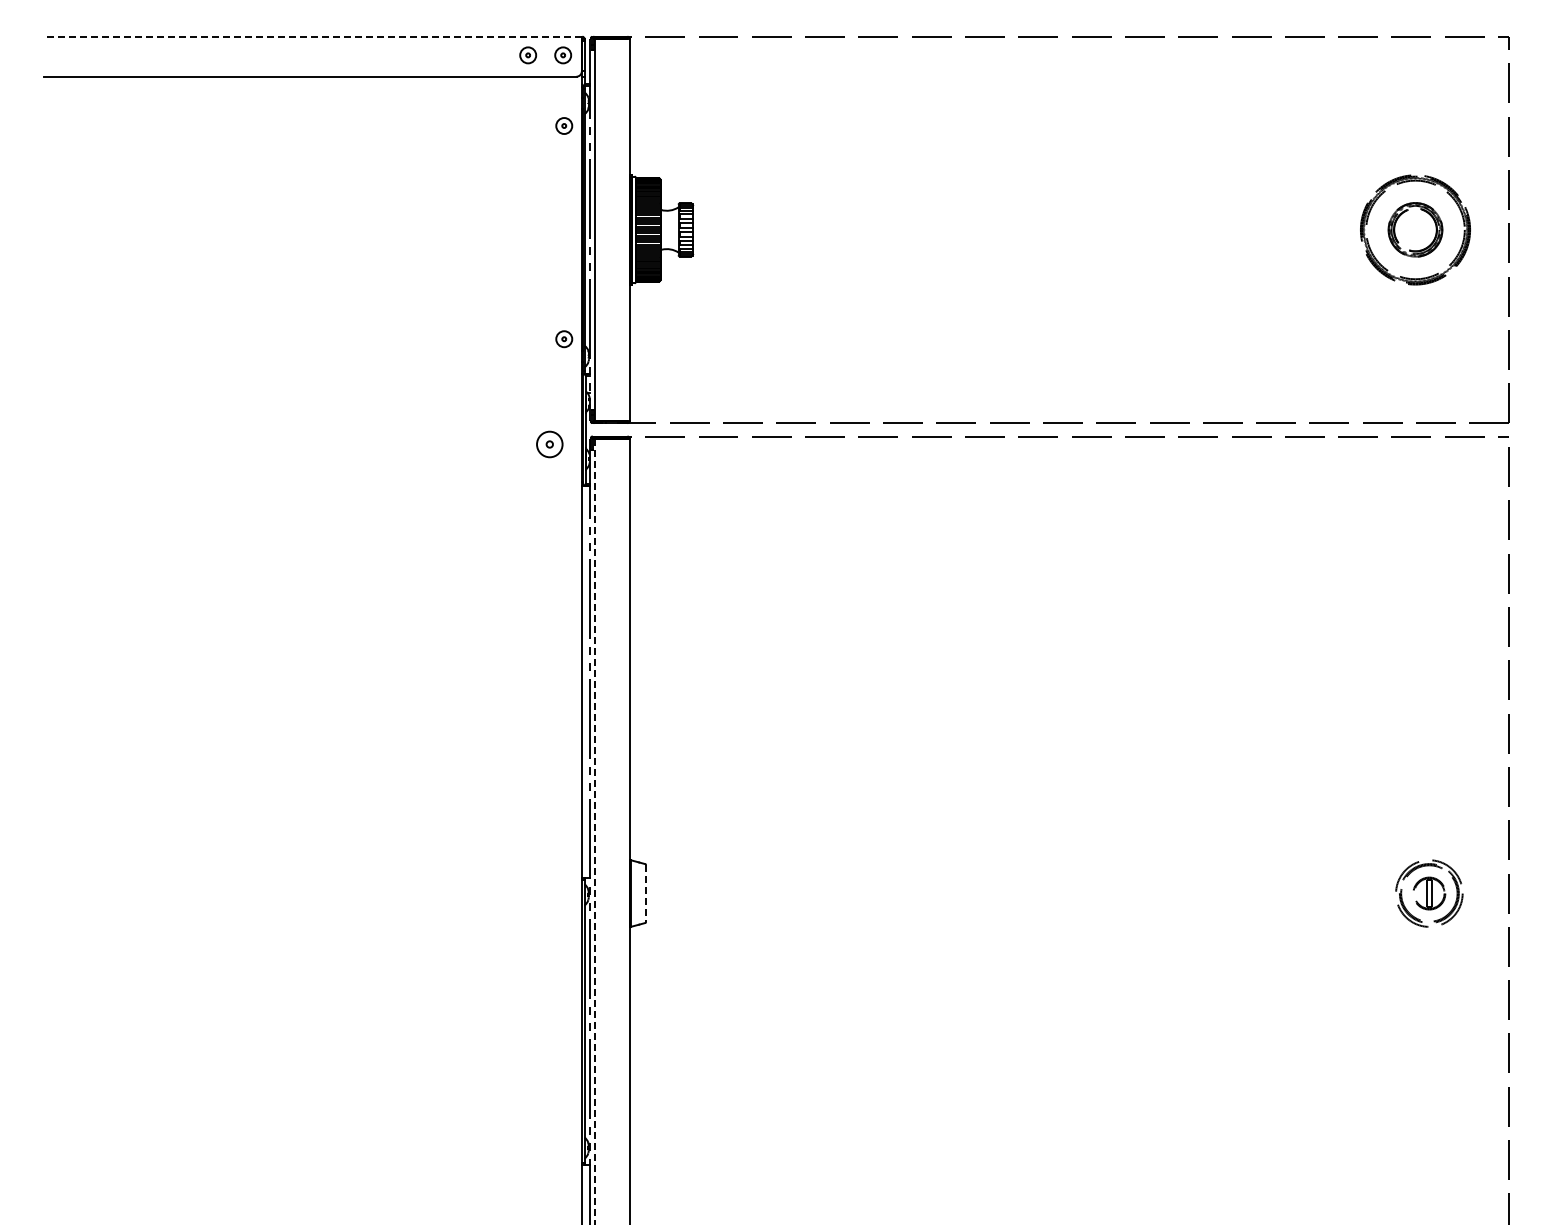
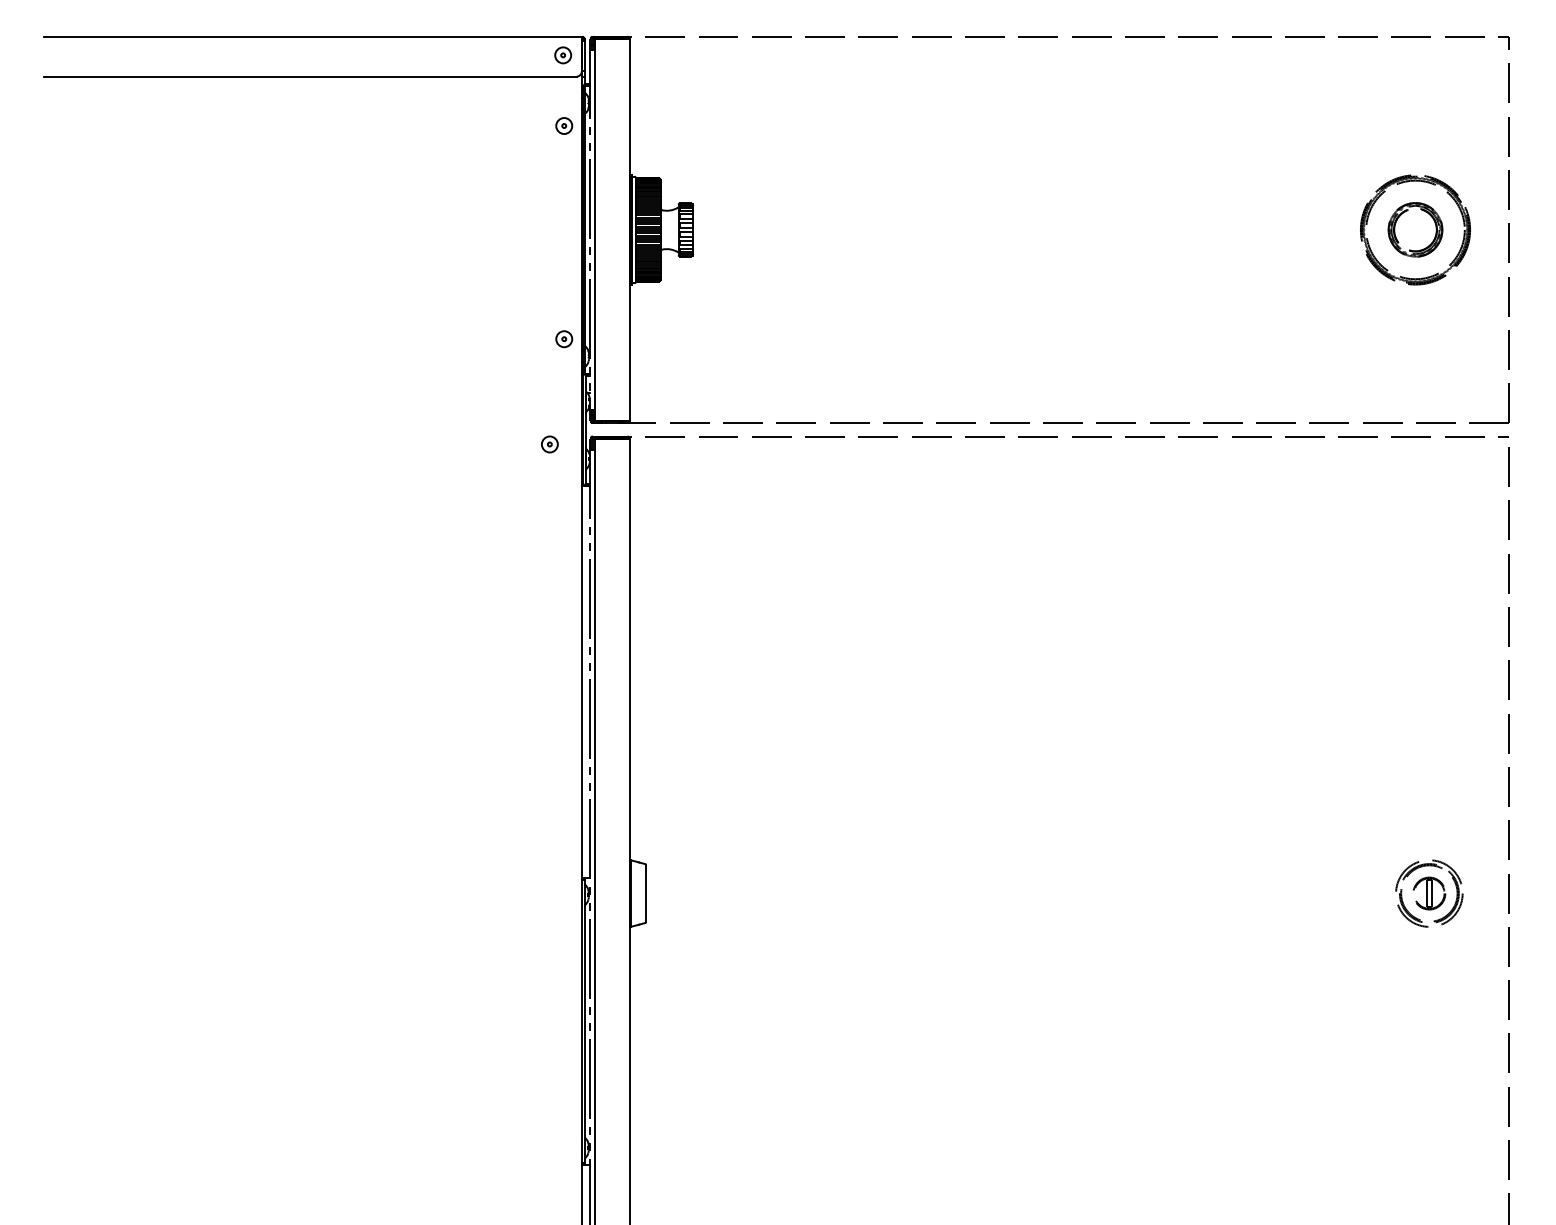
line at (312, 36): dashed -> solid
part at (528, 55): present -> none
part at (549, 444) size: 28x29 px -> 18x19 px
line at (594, 832): dashed -> solid
line at (646, 894): dashed -> solid
